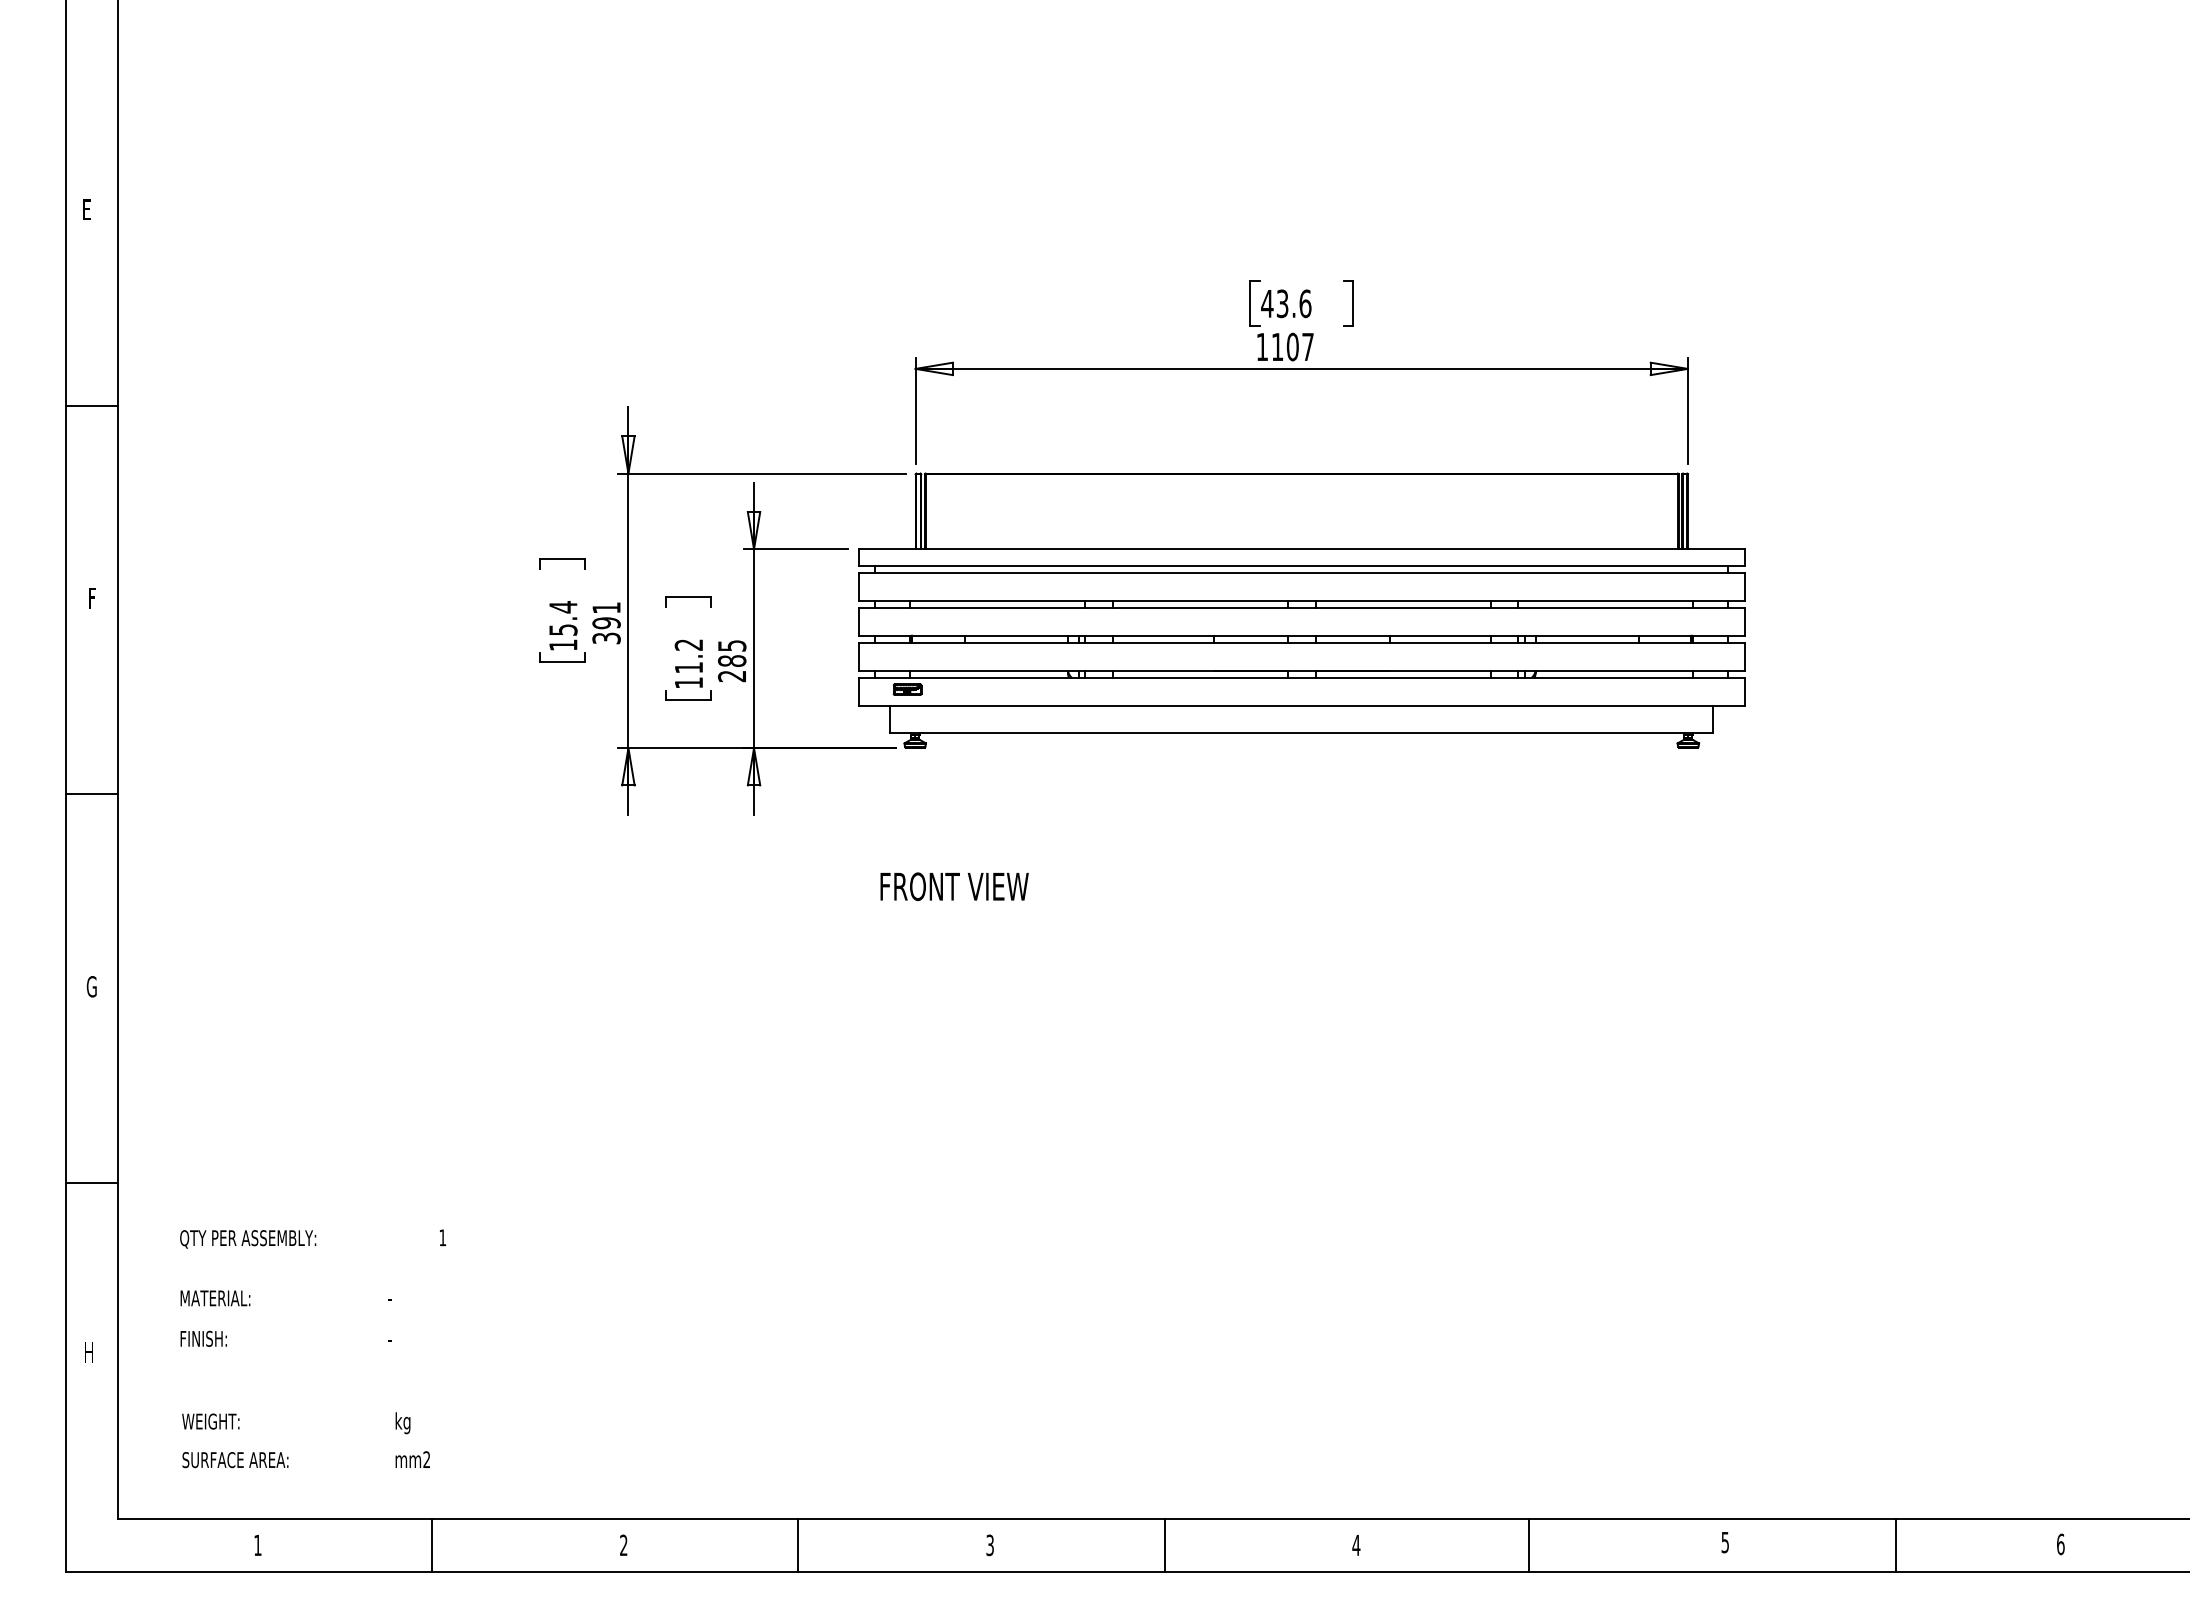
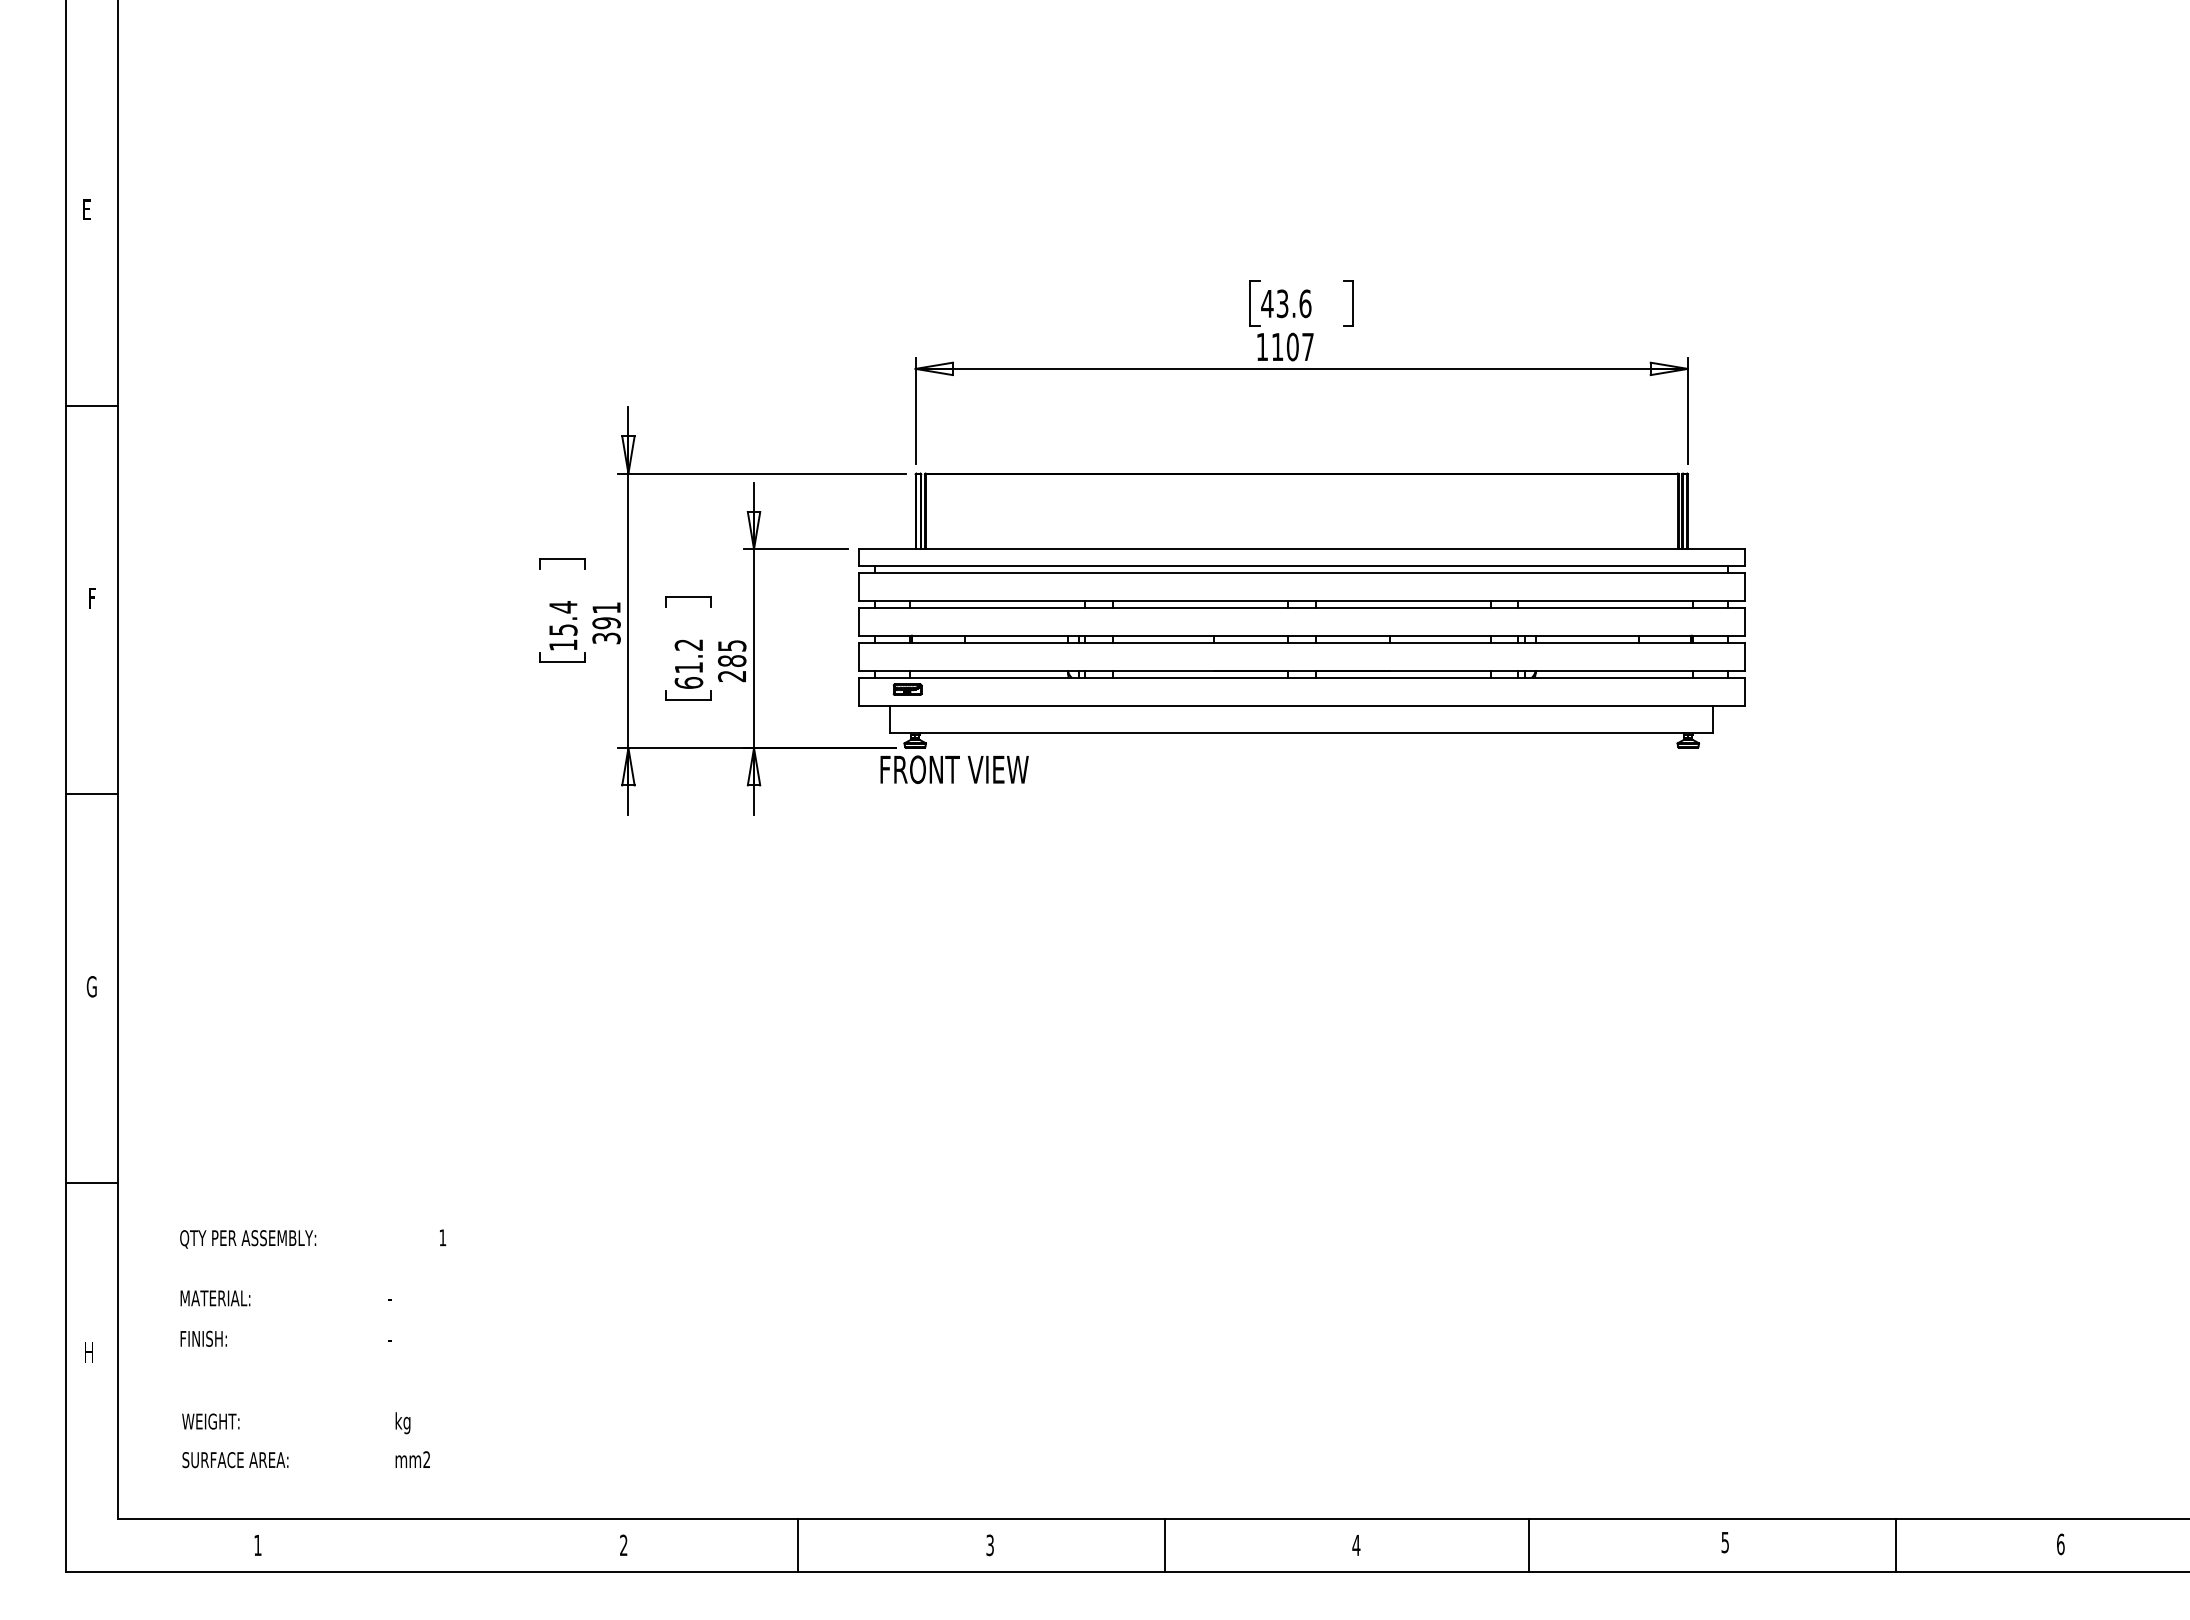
text at (688, 682): 11.2 -> 61.2
text at (954, 886) position: (954, 886) -> (954, 769)
line at (432, 1545): present -> none
